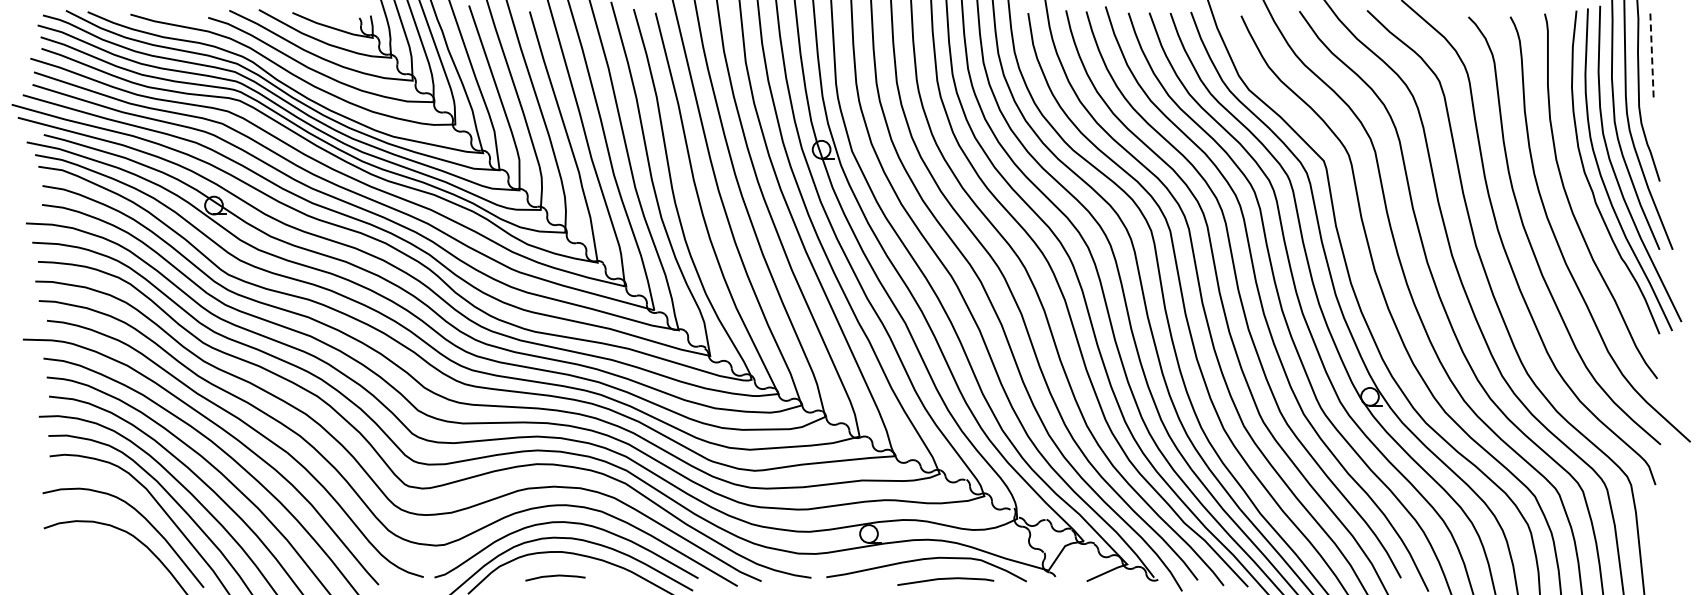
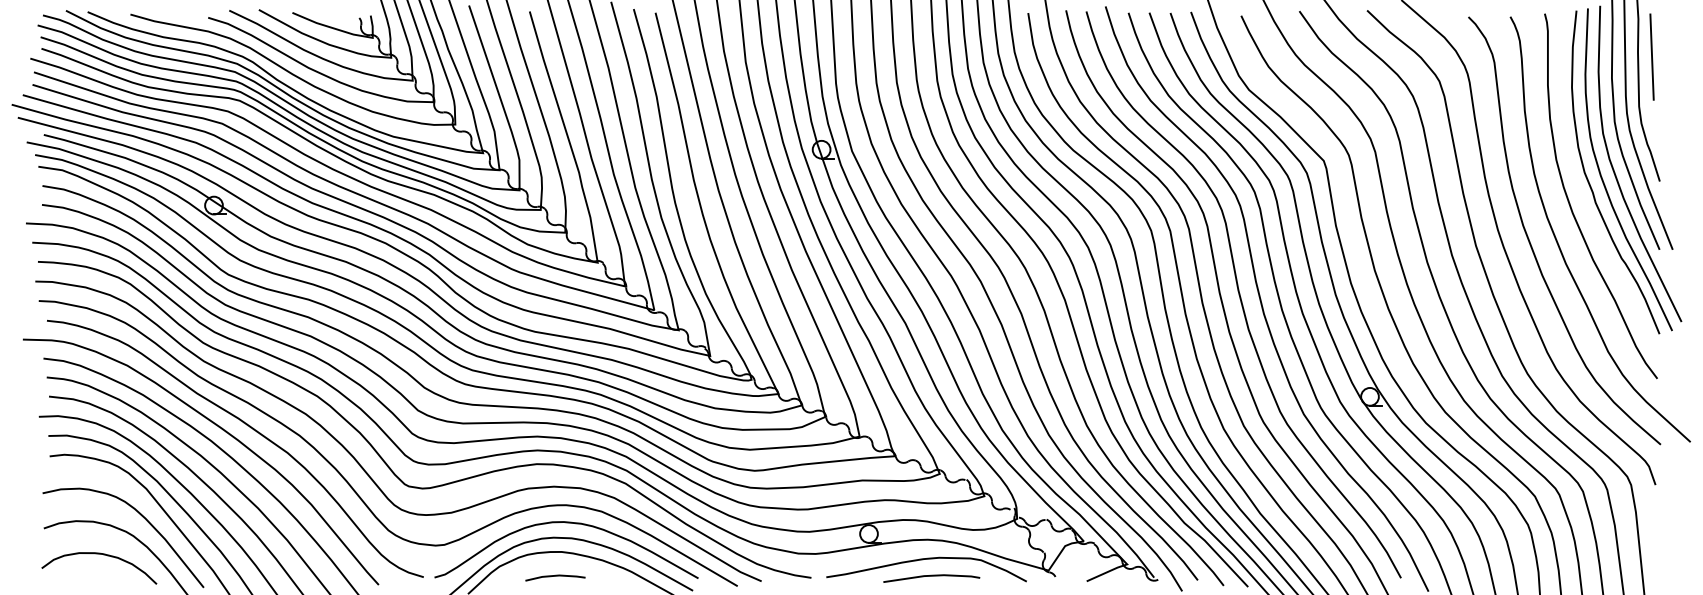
line at (1652, 57): dashed -> solid
curve at (103, 555): none -> present
line at (945, 579) position: (945, 579) -> (931, 576)
